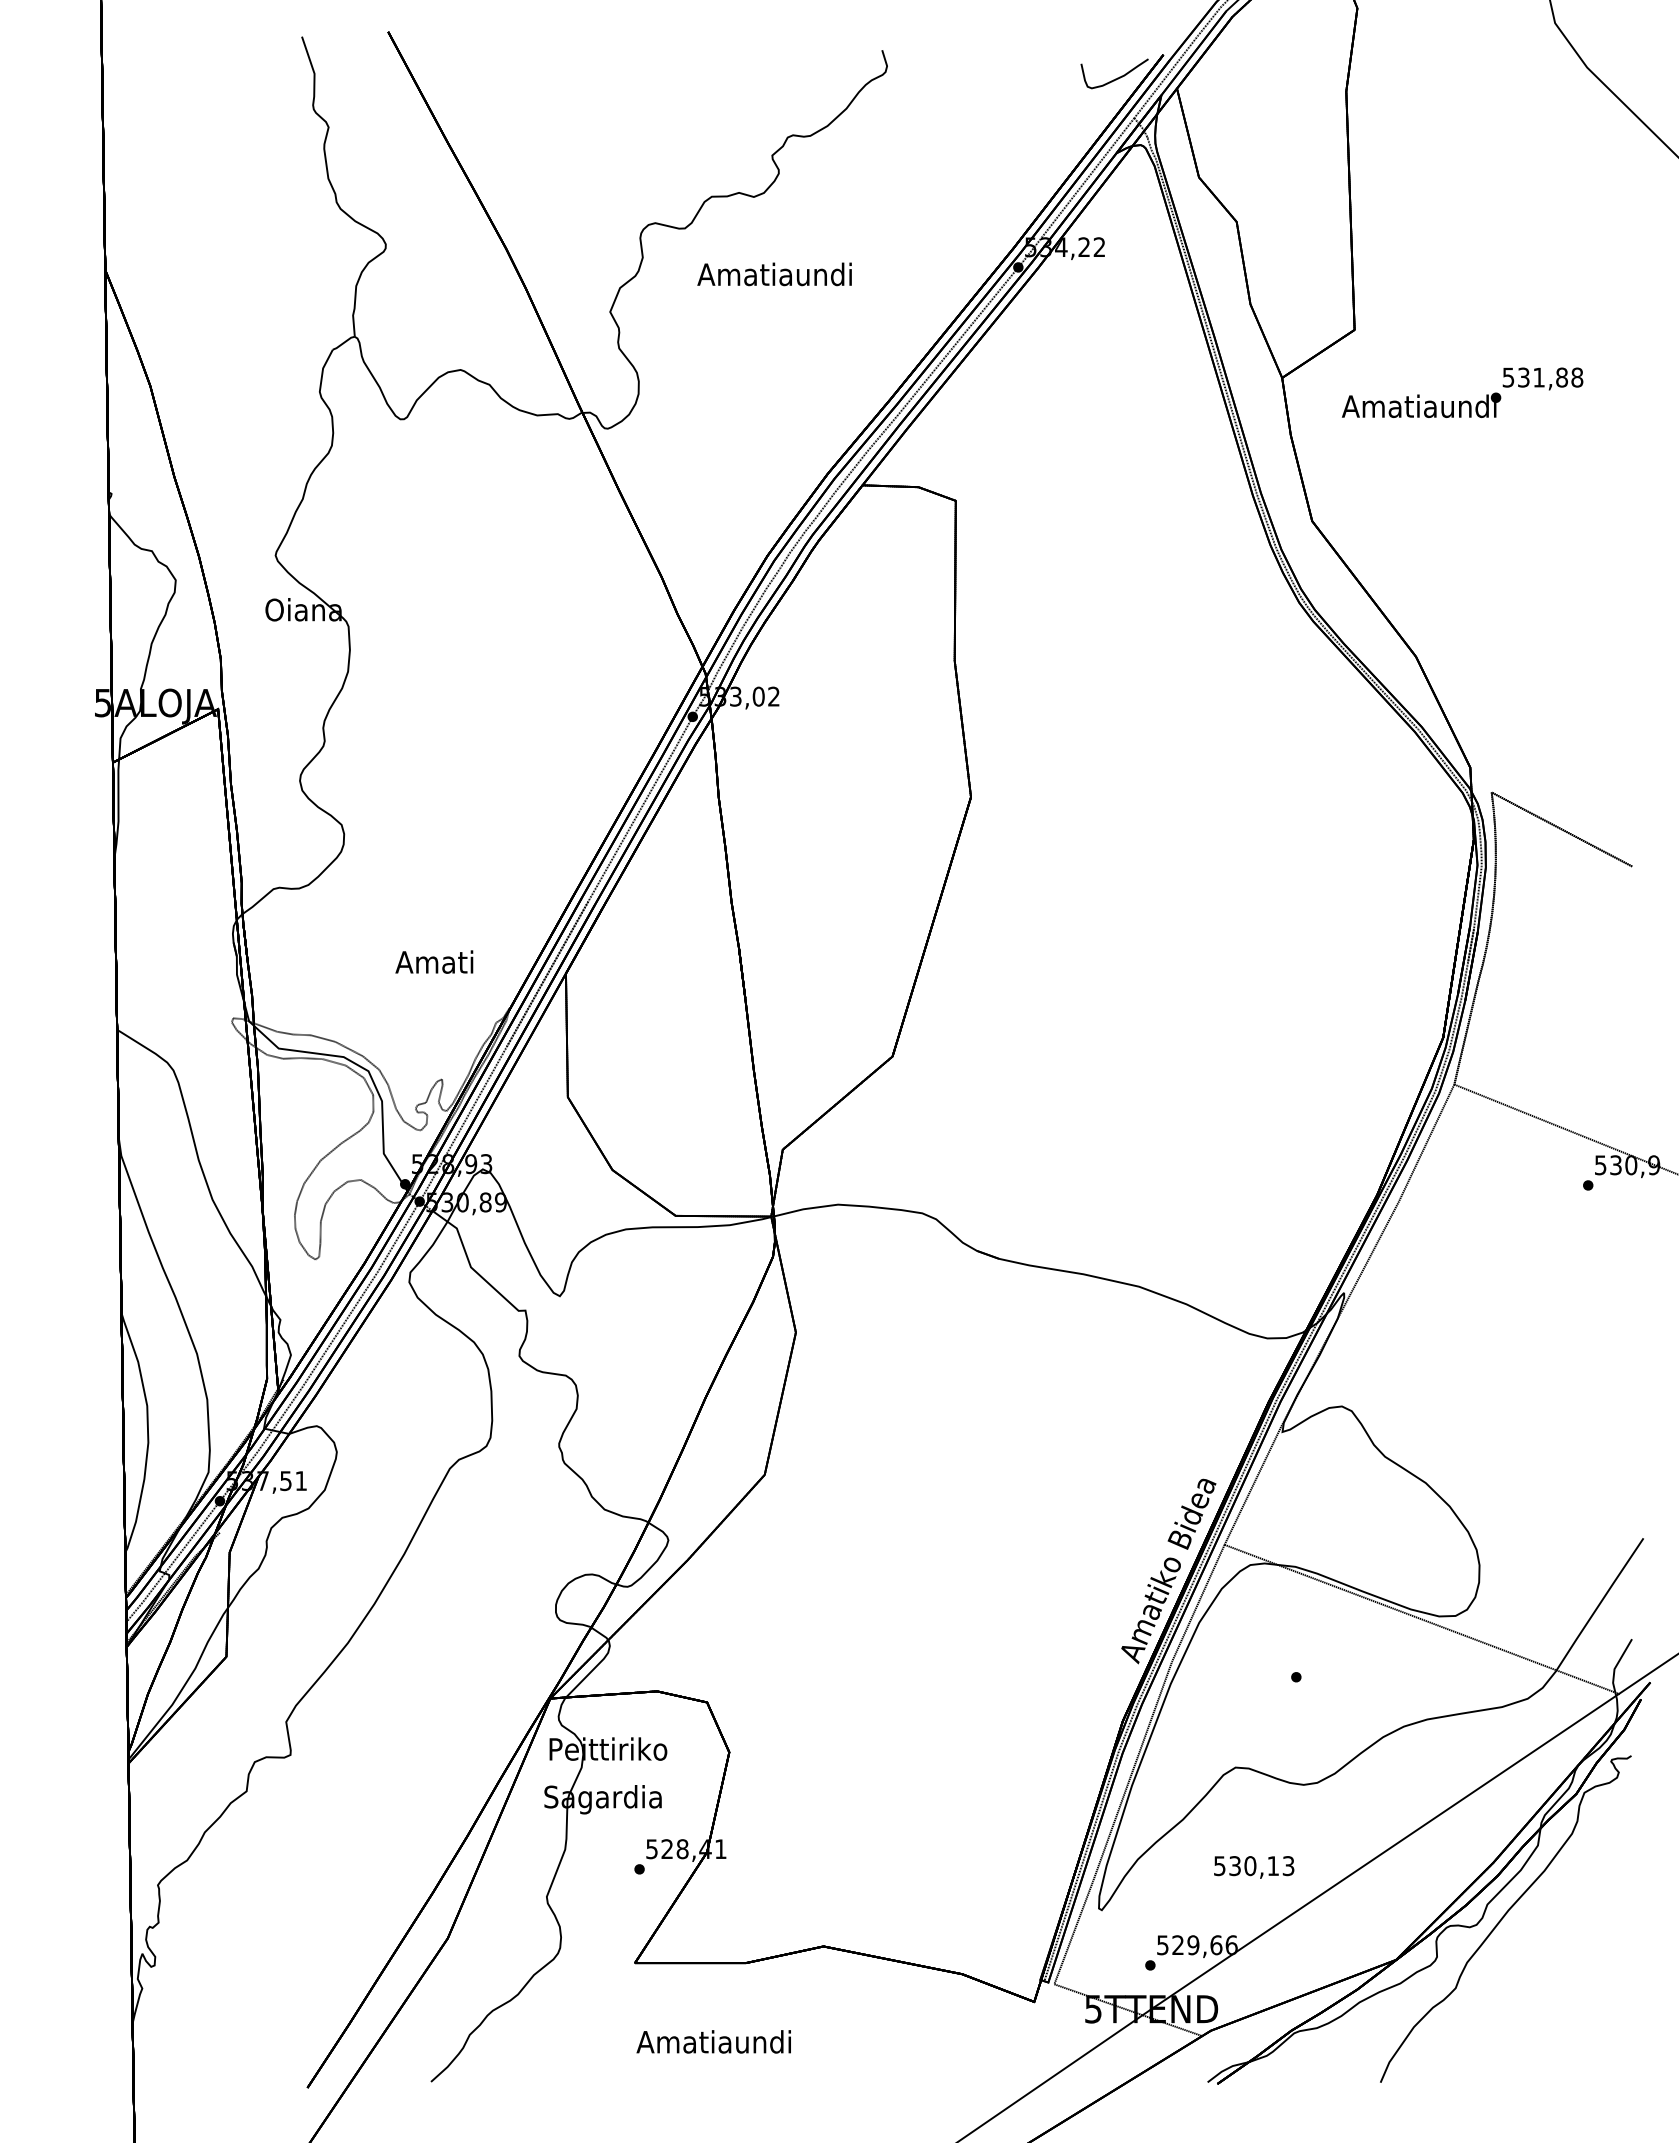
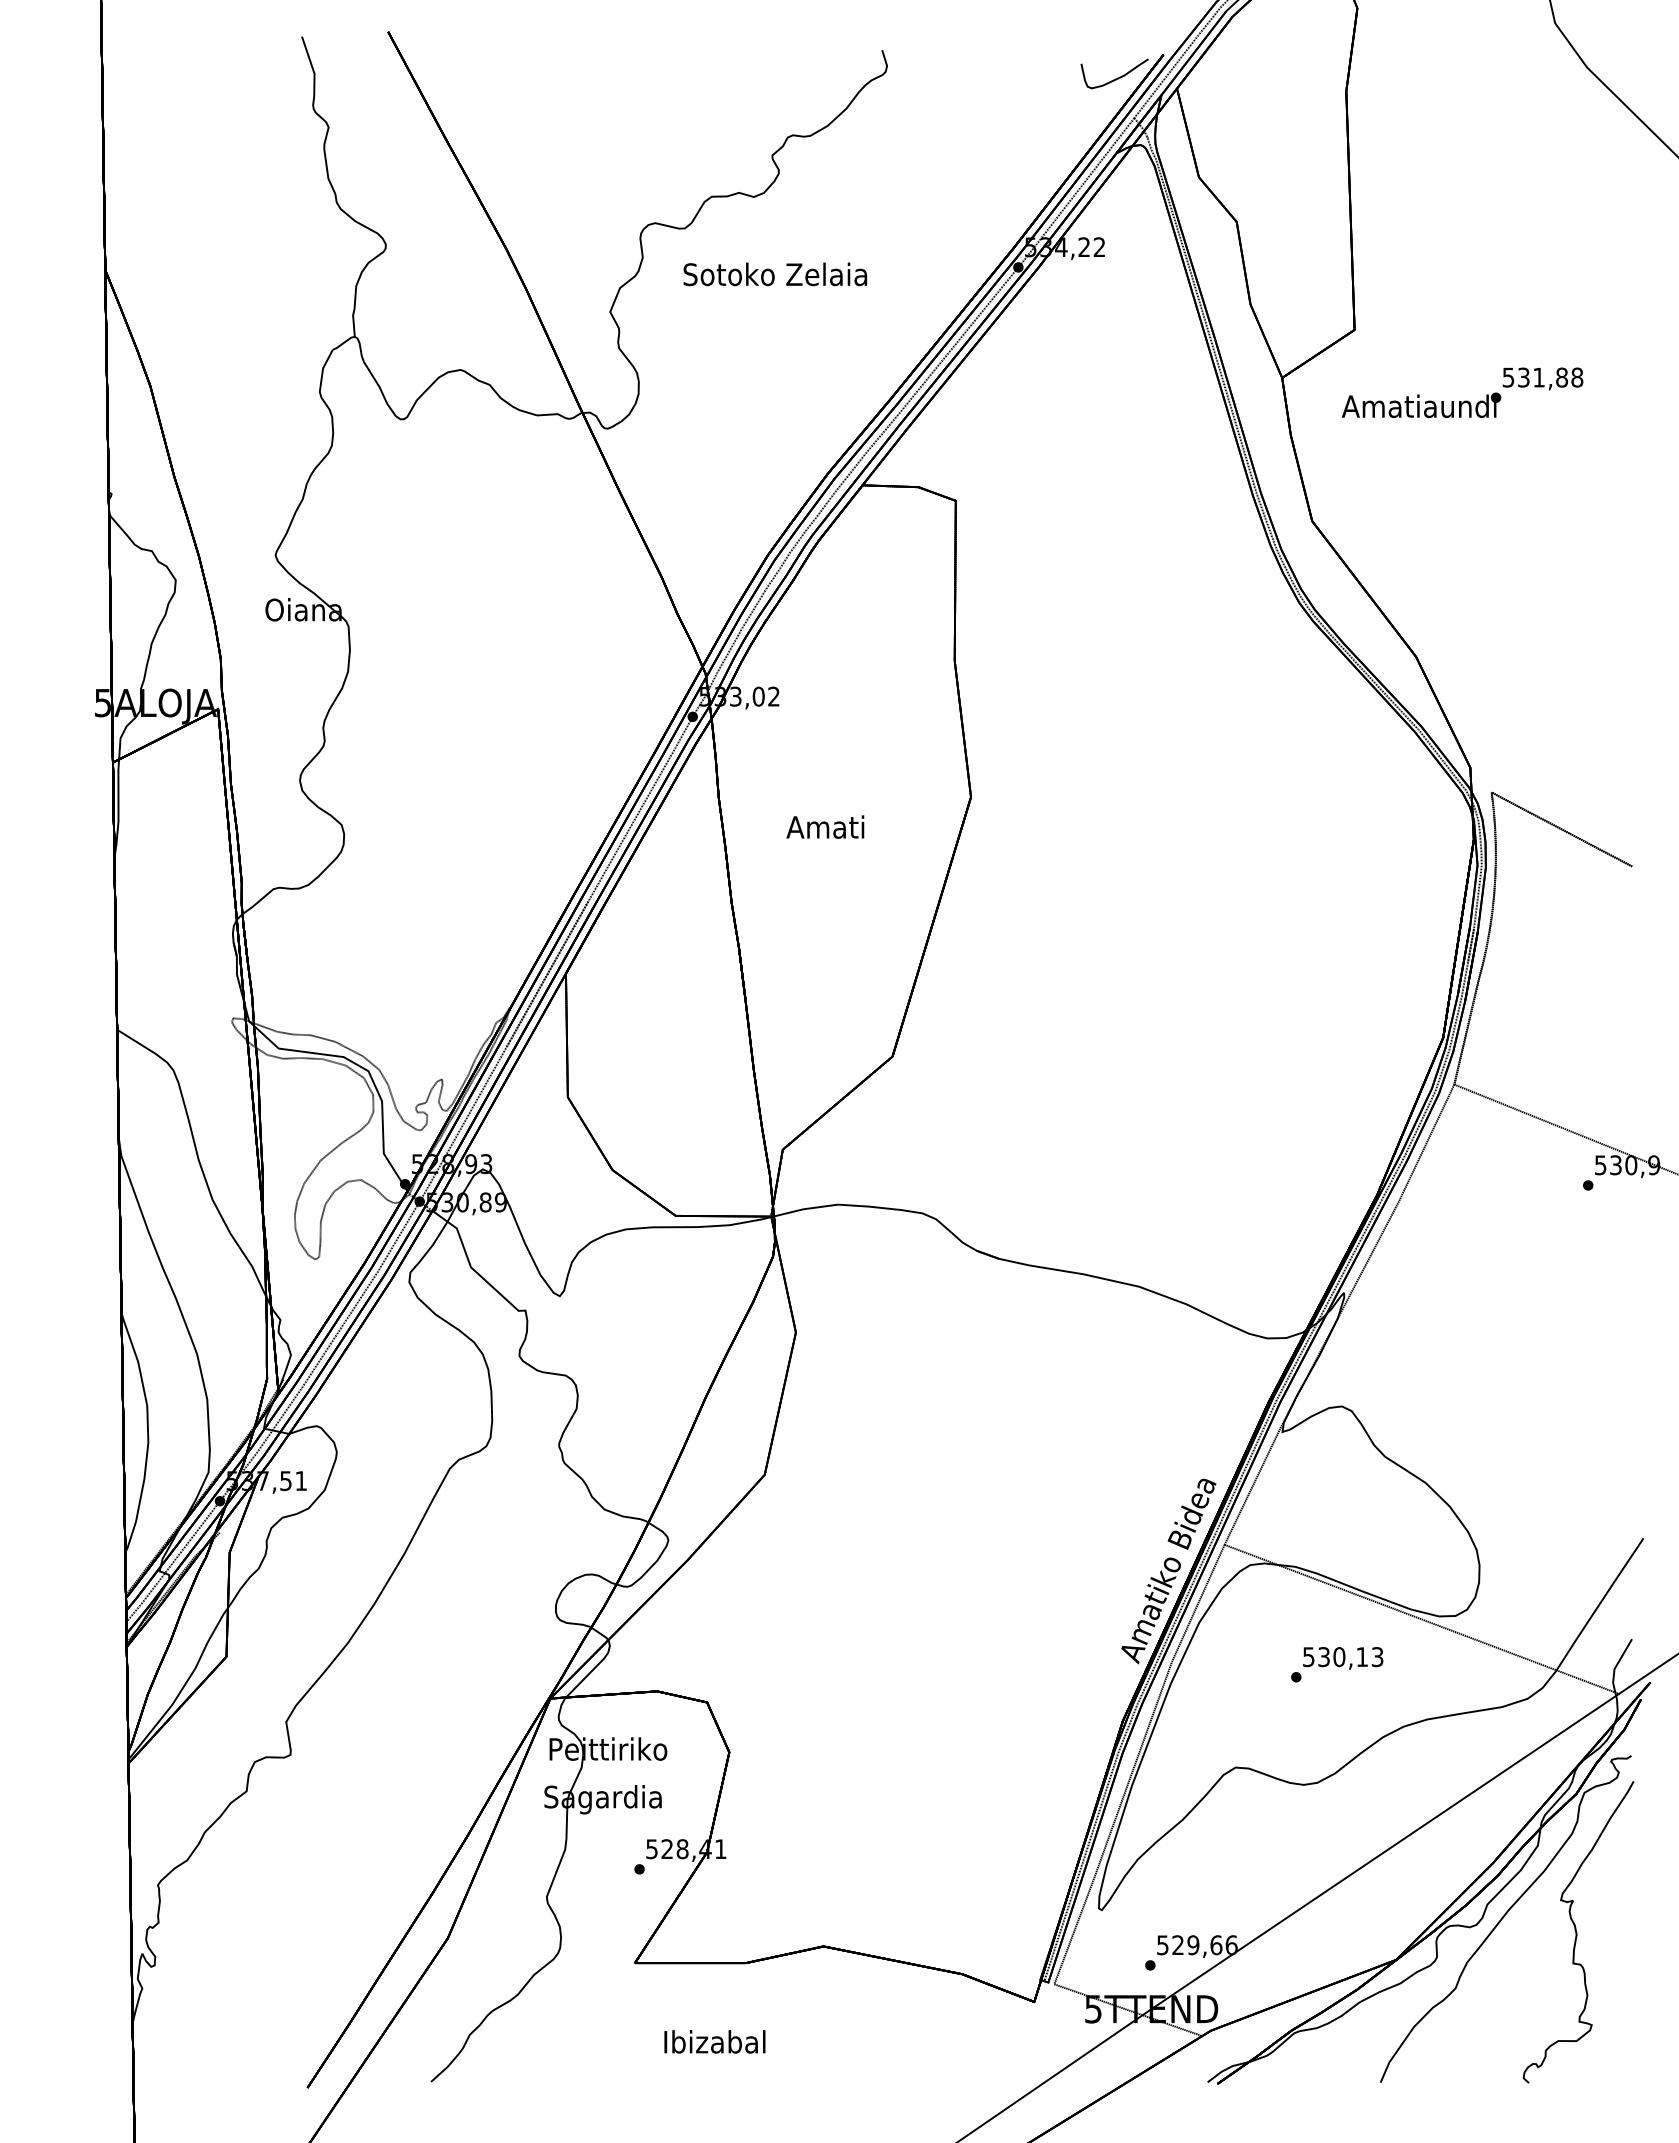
text at (775, 274): Amatiaundi -> Sotoko Zelaia
text at (434, 961) position: (434, 961) -> (825, 826)
text at (1254, 1867) position: (1254, 1867) -> (1343, 1658)
curve at (1577, 1932): none -> present
text at (713, 2041): Amatiaundi -> Ibizabal
